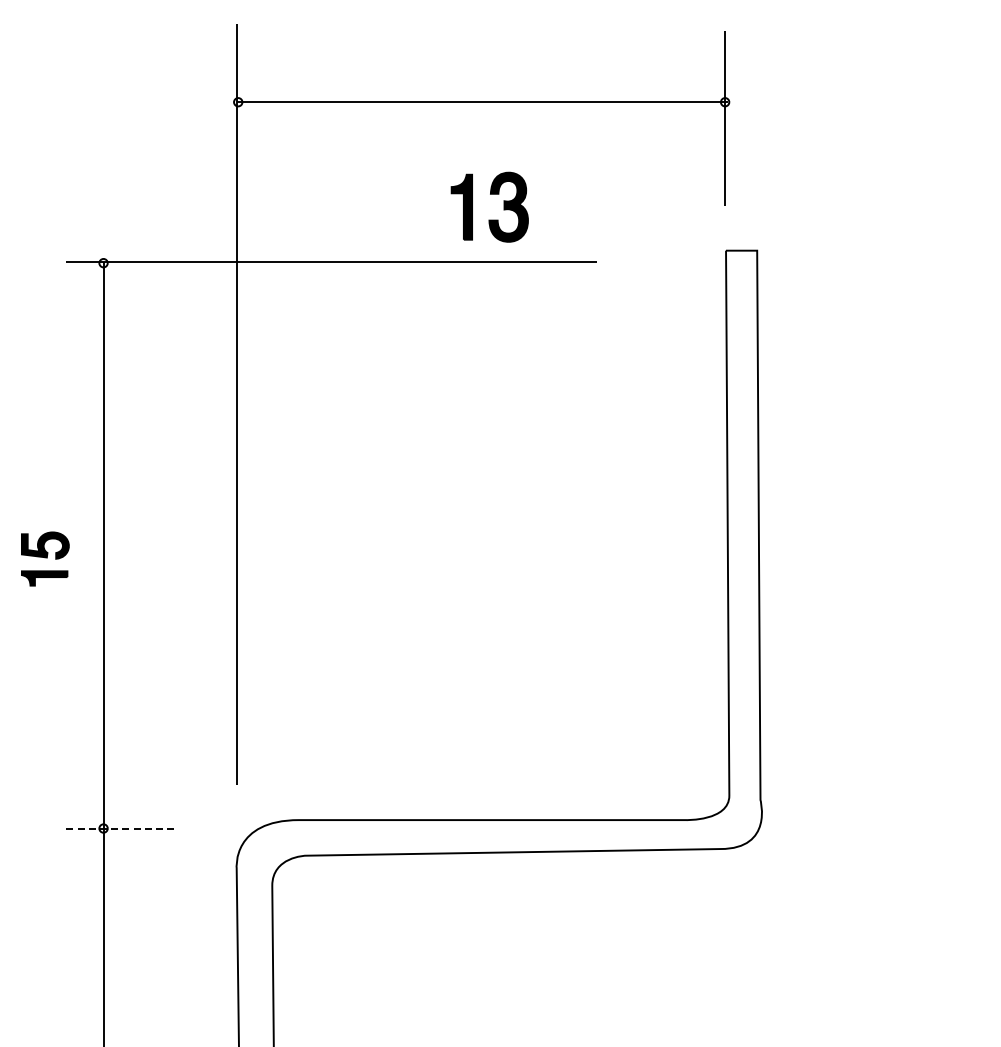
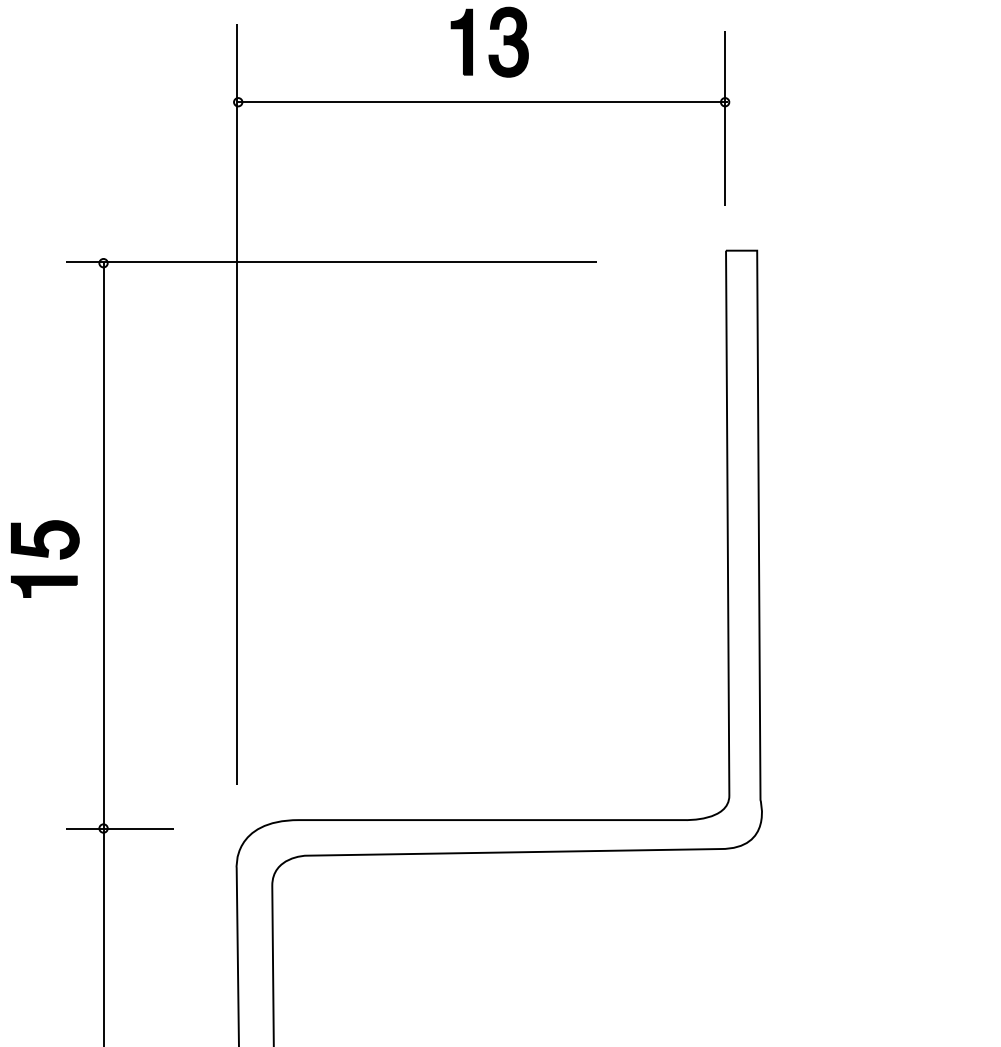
part at (490, 194) position: (490, 194) -> (490, 29)
part at (45, 558) size: 49x56 px -> 69x78 px
line at (119, 829): dashed -> solid
